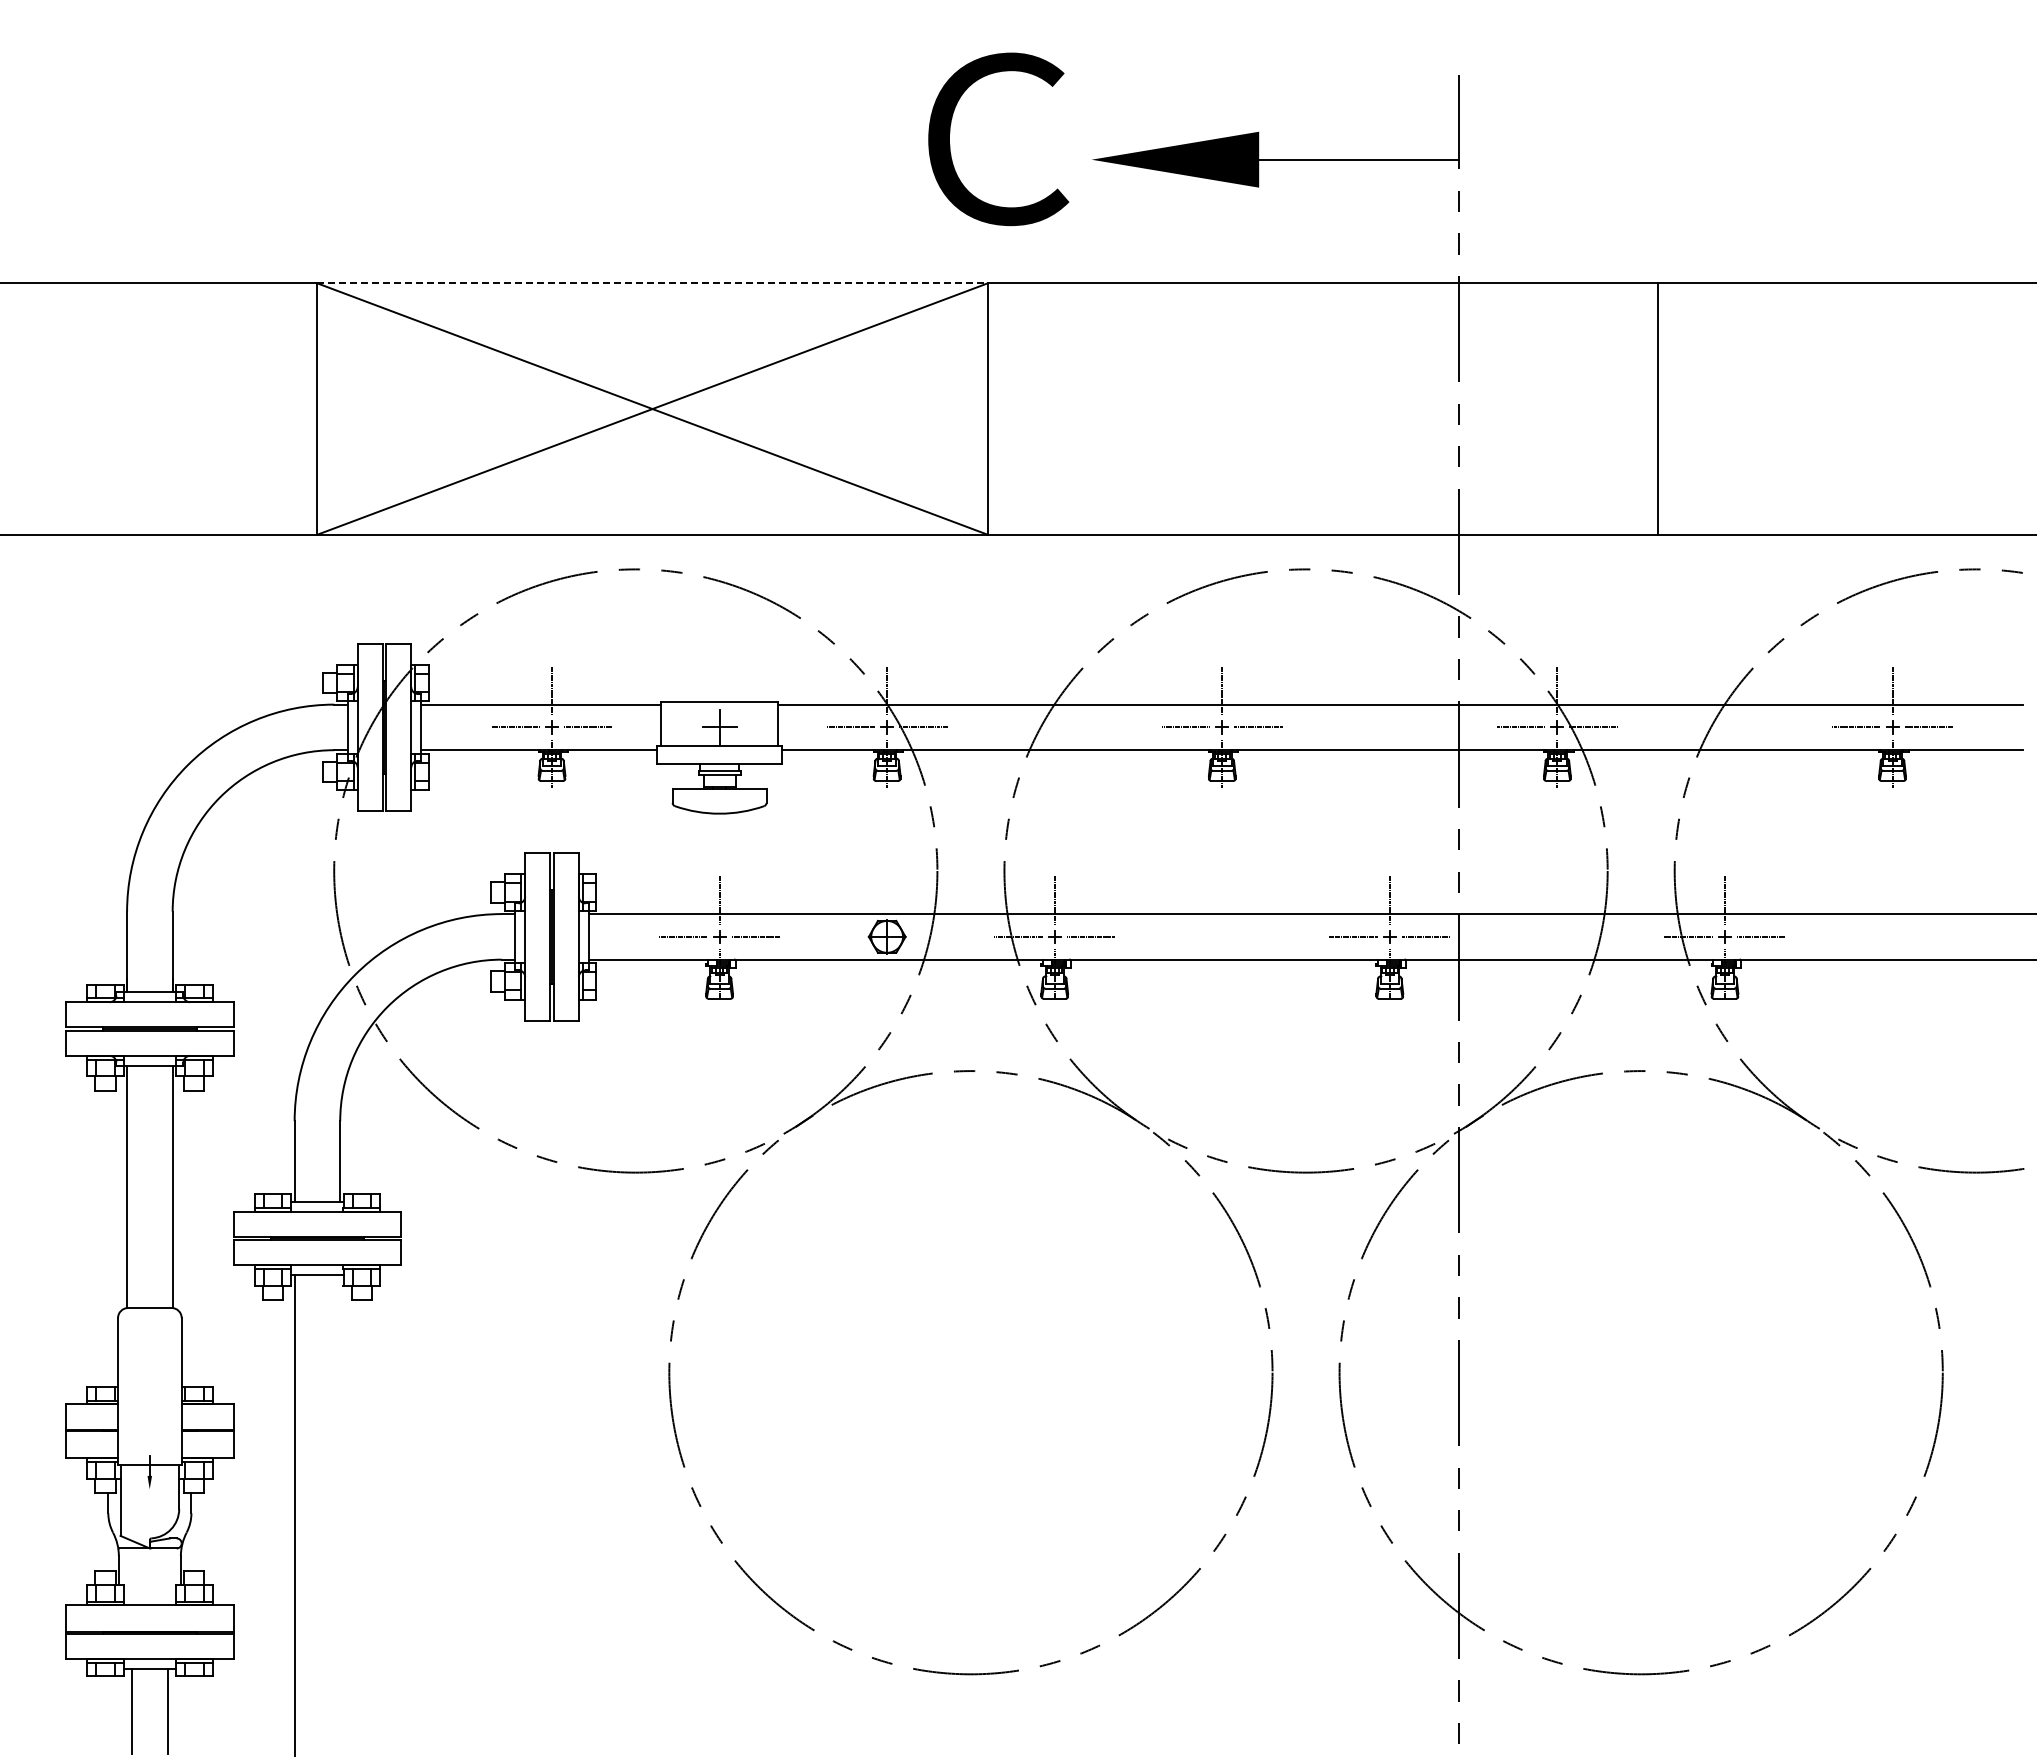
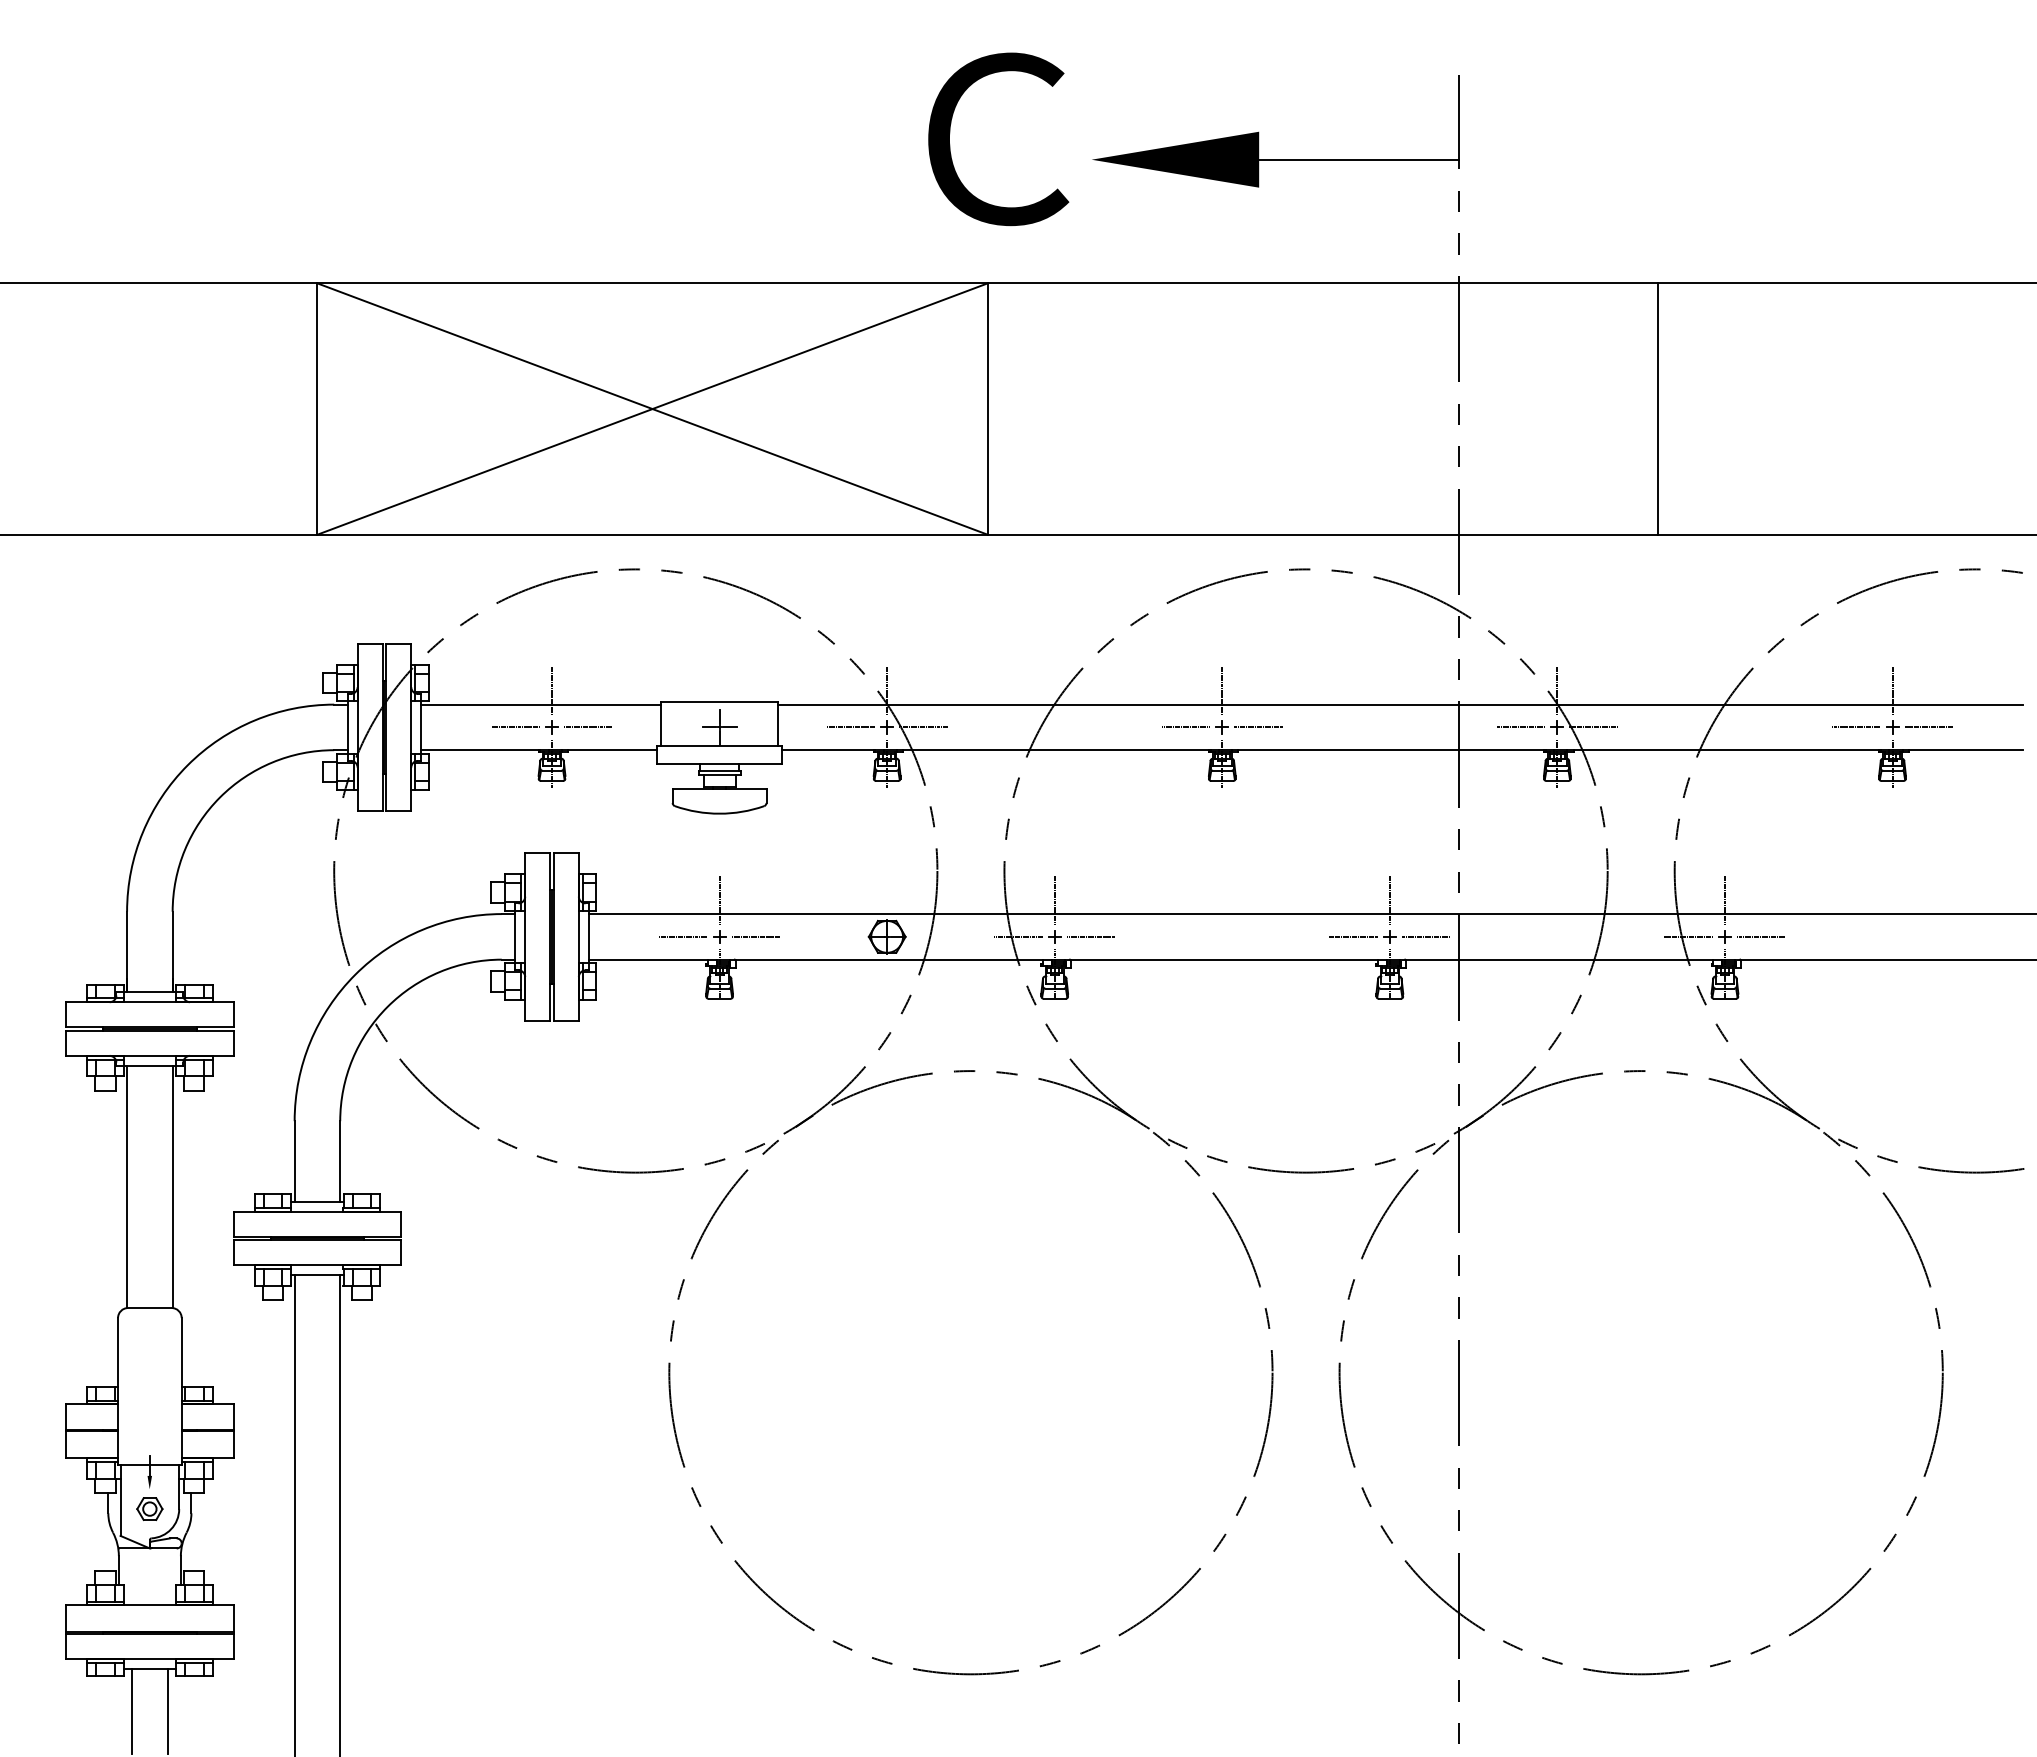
line at (653, 283): dashed -> solid
part at (149, 1508): none -> present
line at (340, 1514): none -> present
